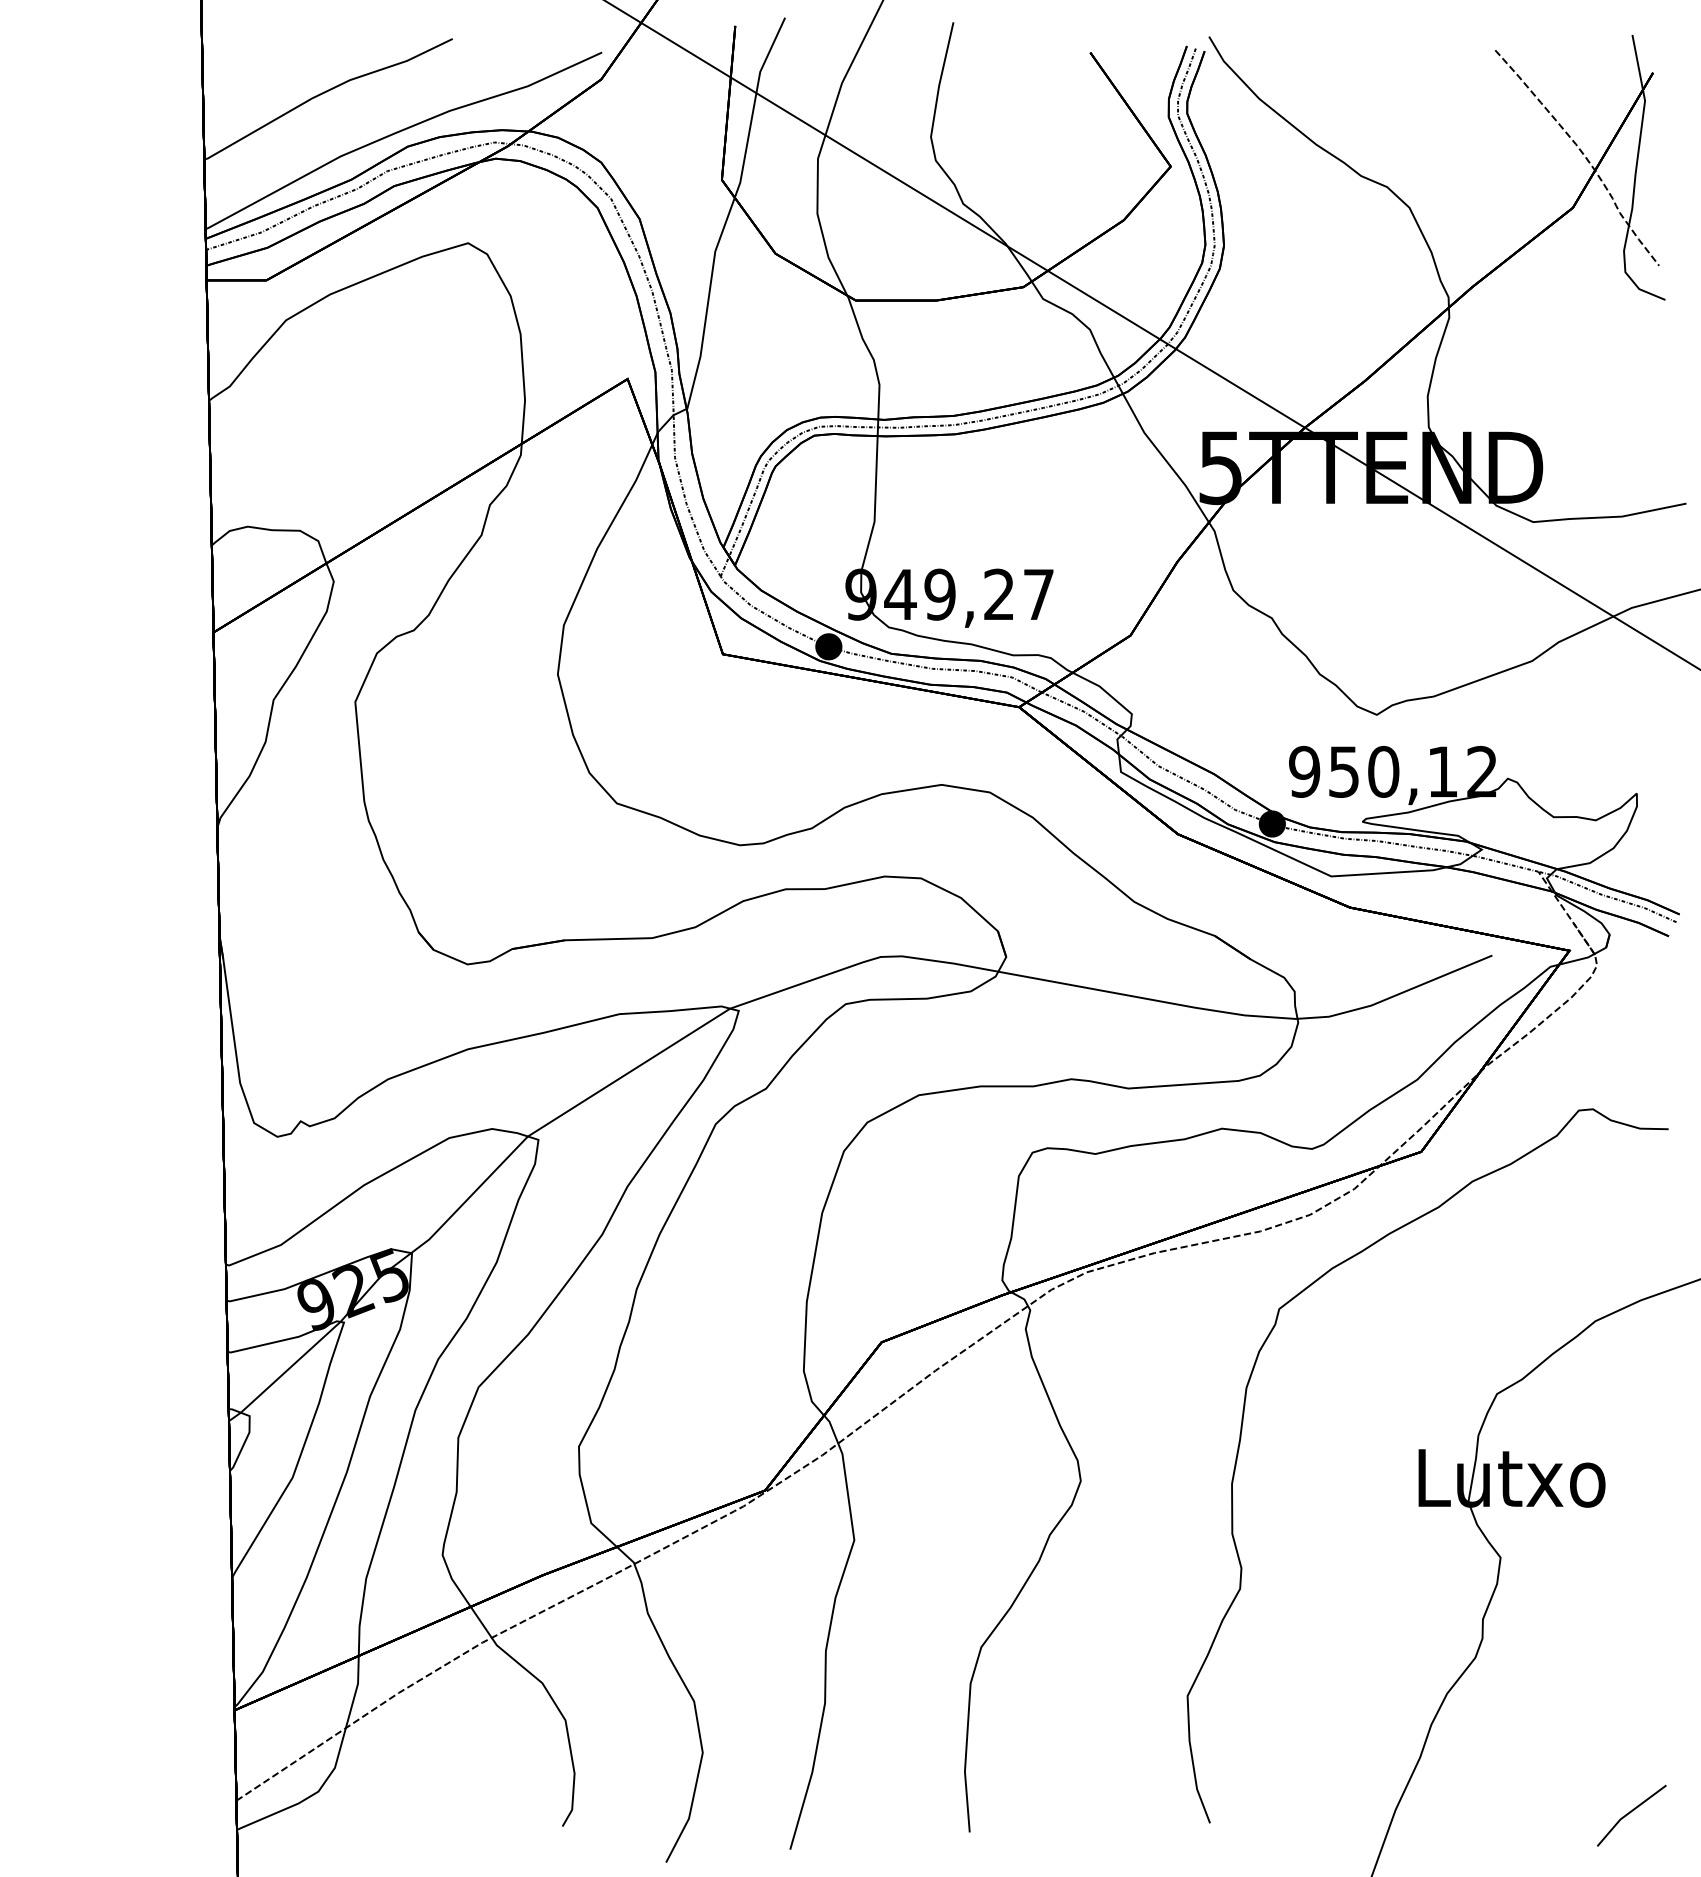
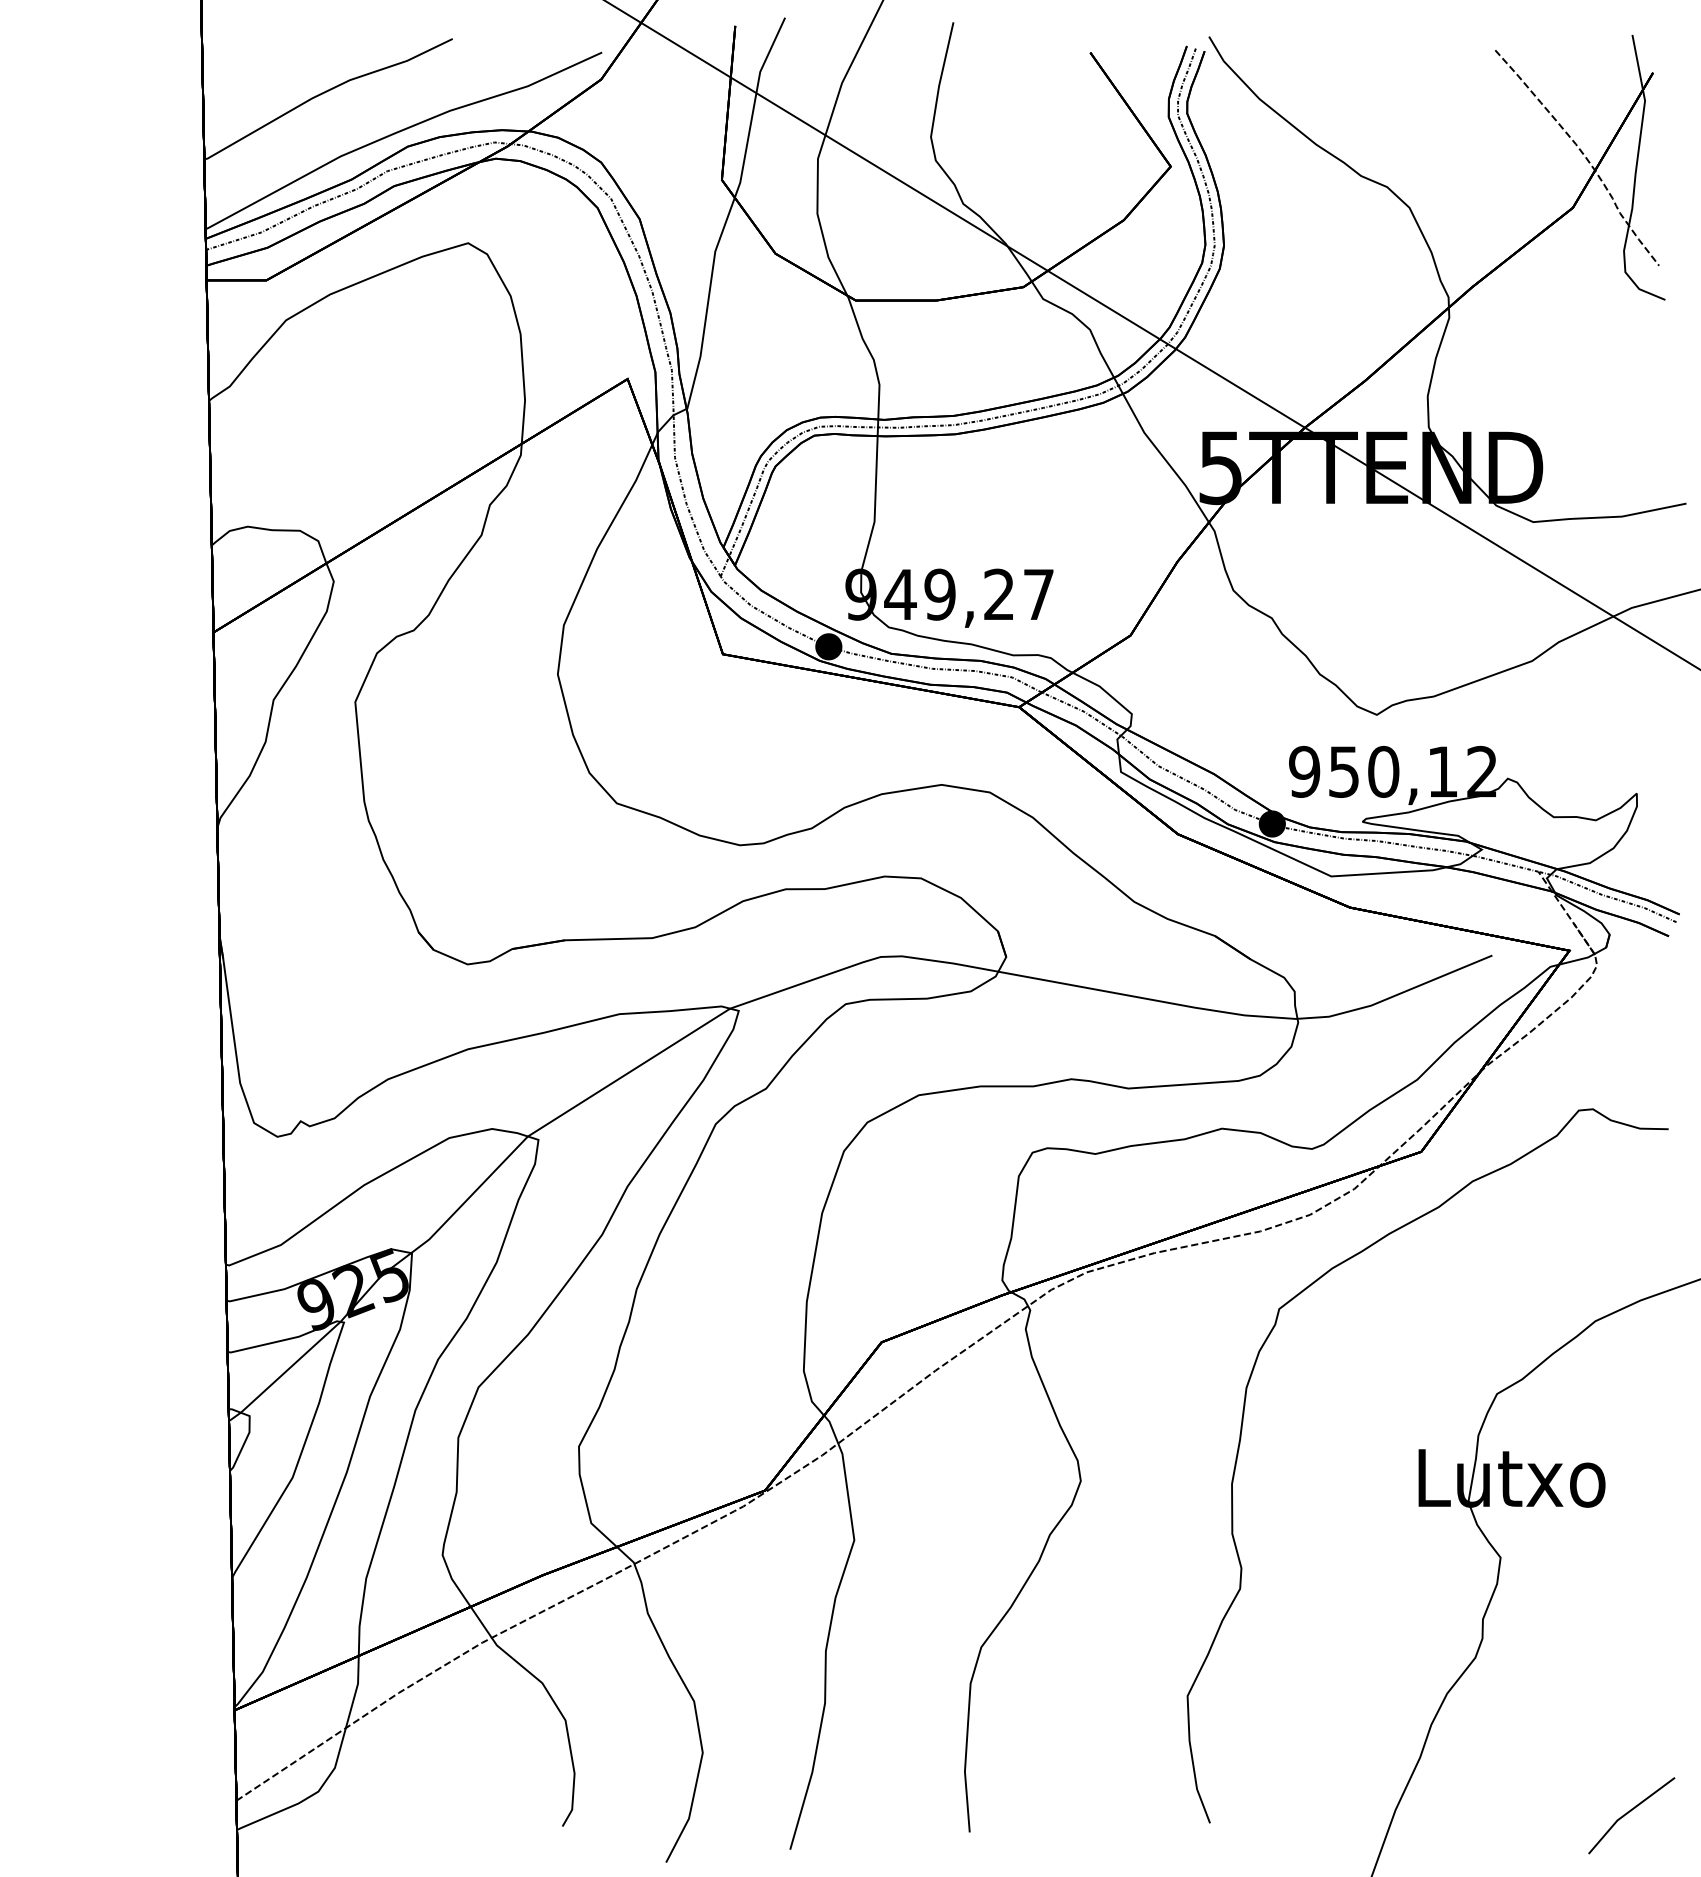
part at (1631, 1815) size: 71x63 px -> 88x78 px
